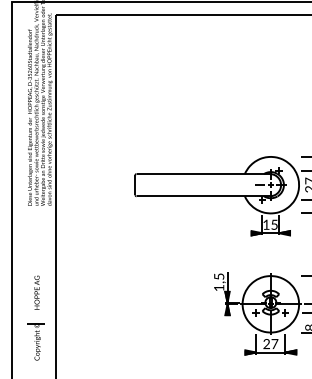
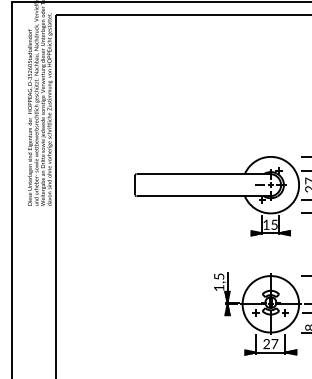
part at (35, 317): present -> none
